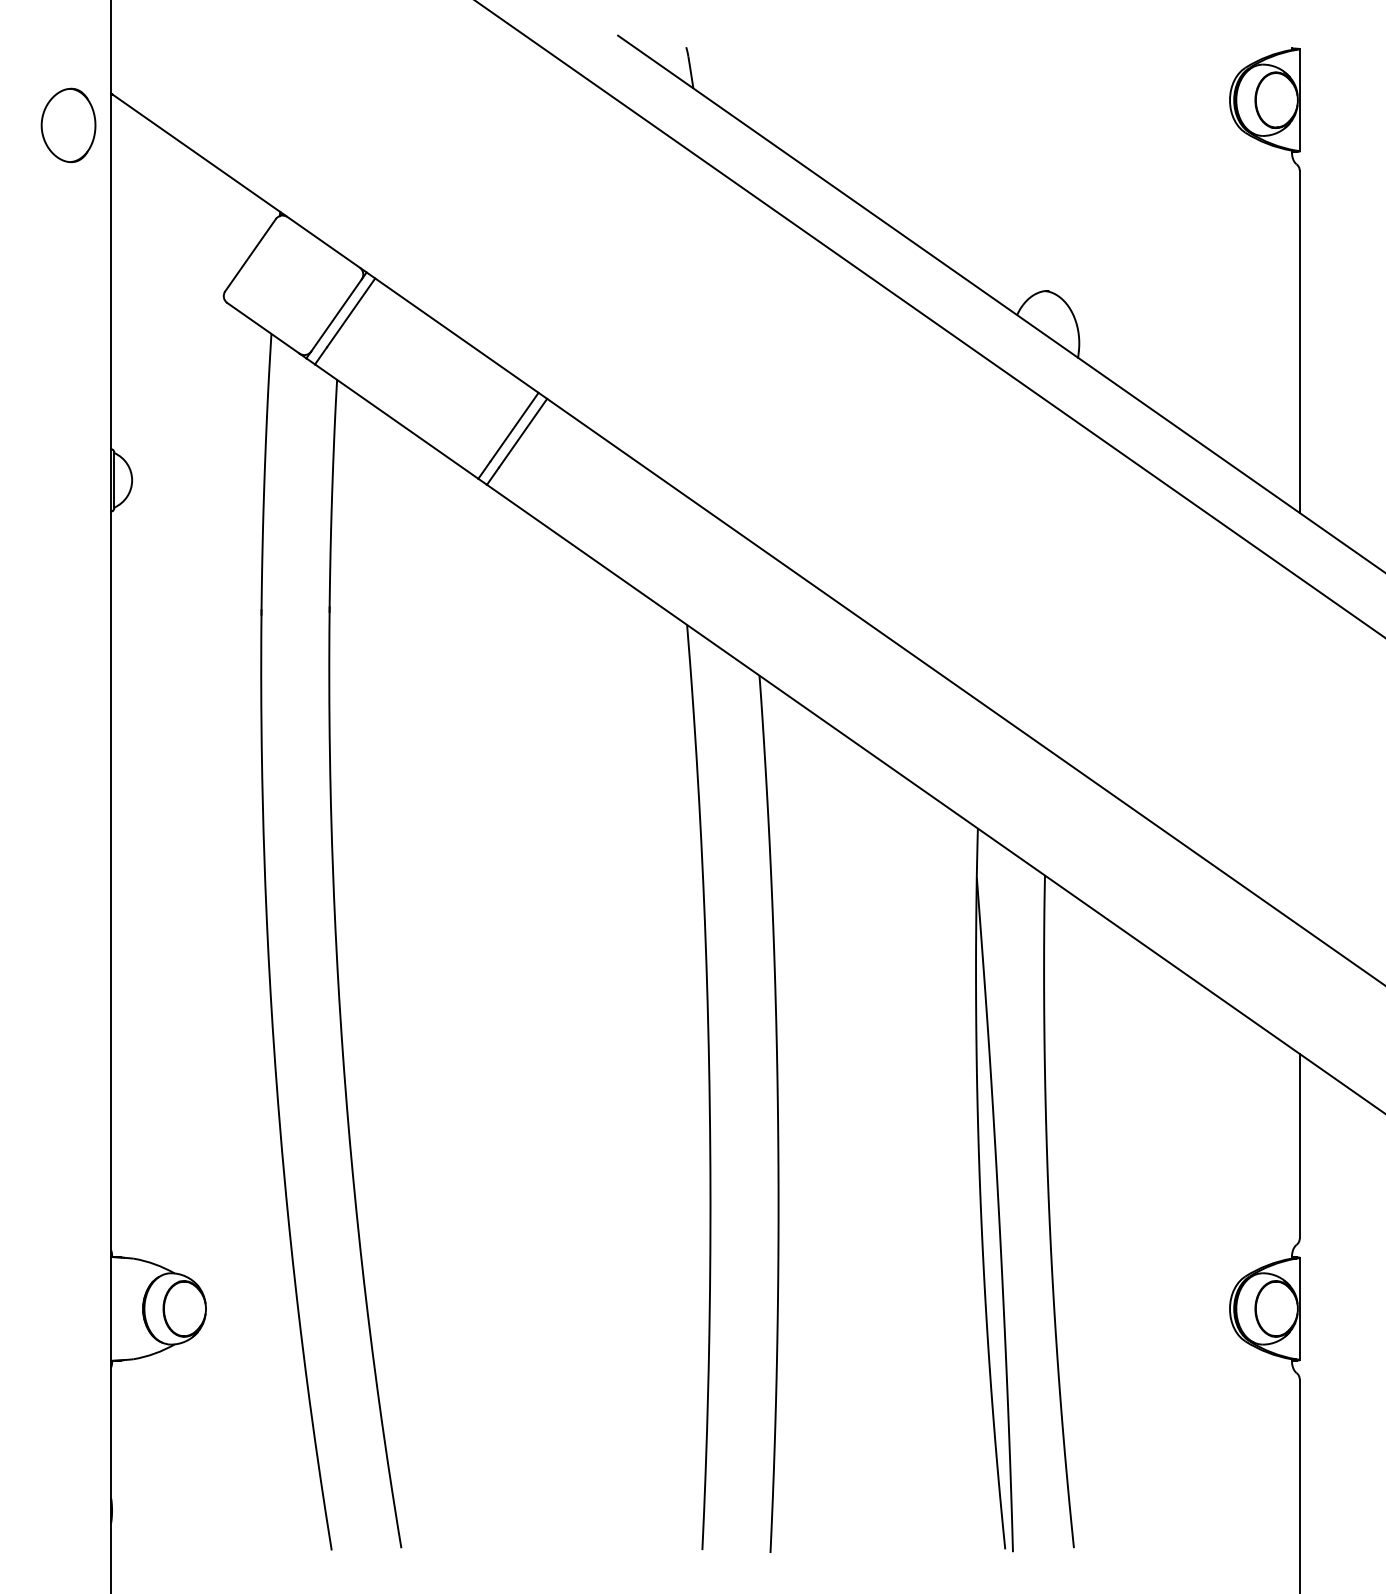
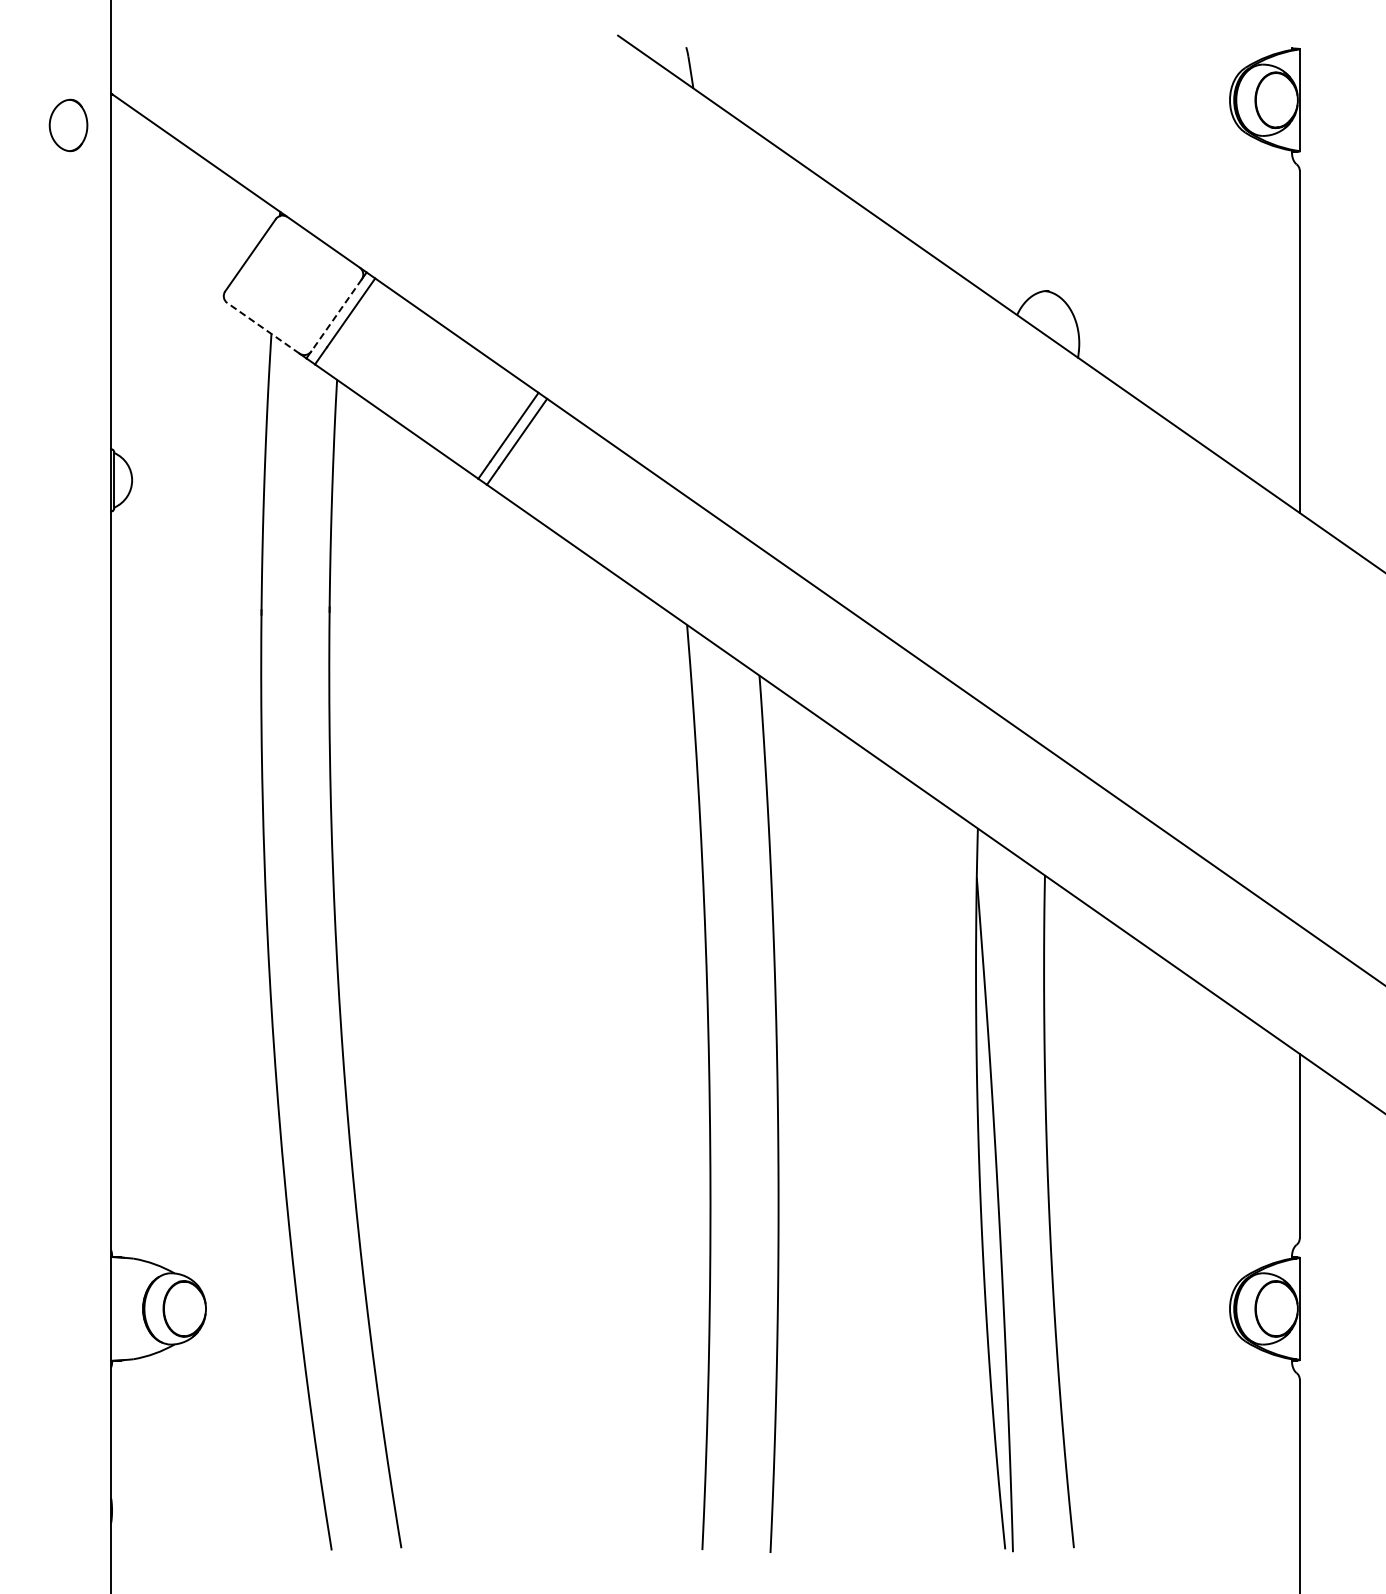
part at (68, 125) size: 57x77 px -> 41x55 px
line at (336, 315): solid -> dashed
line at (929, 319): present -> none
line at (263, 328): solid -> dashed
